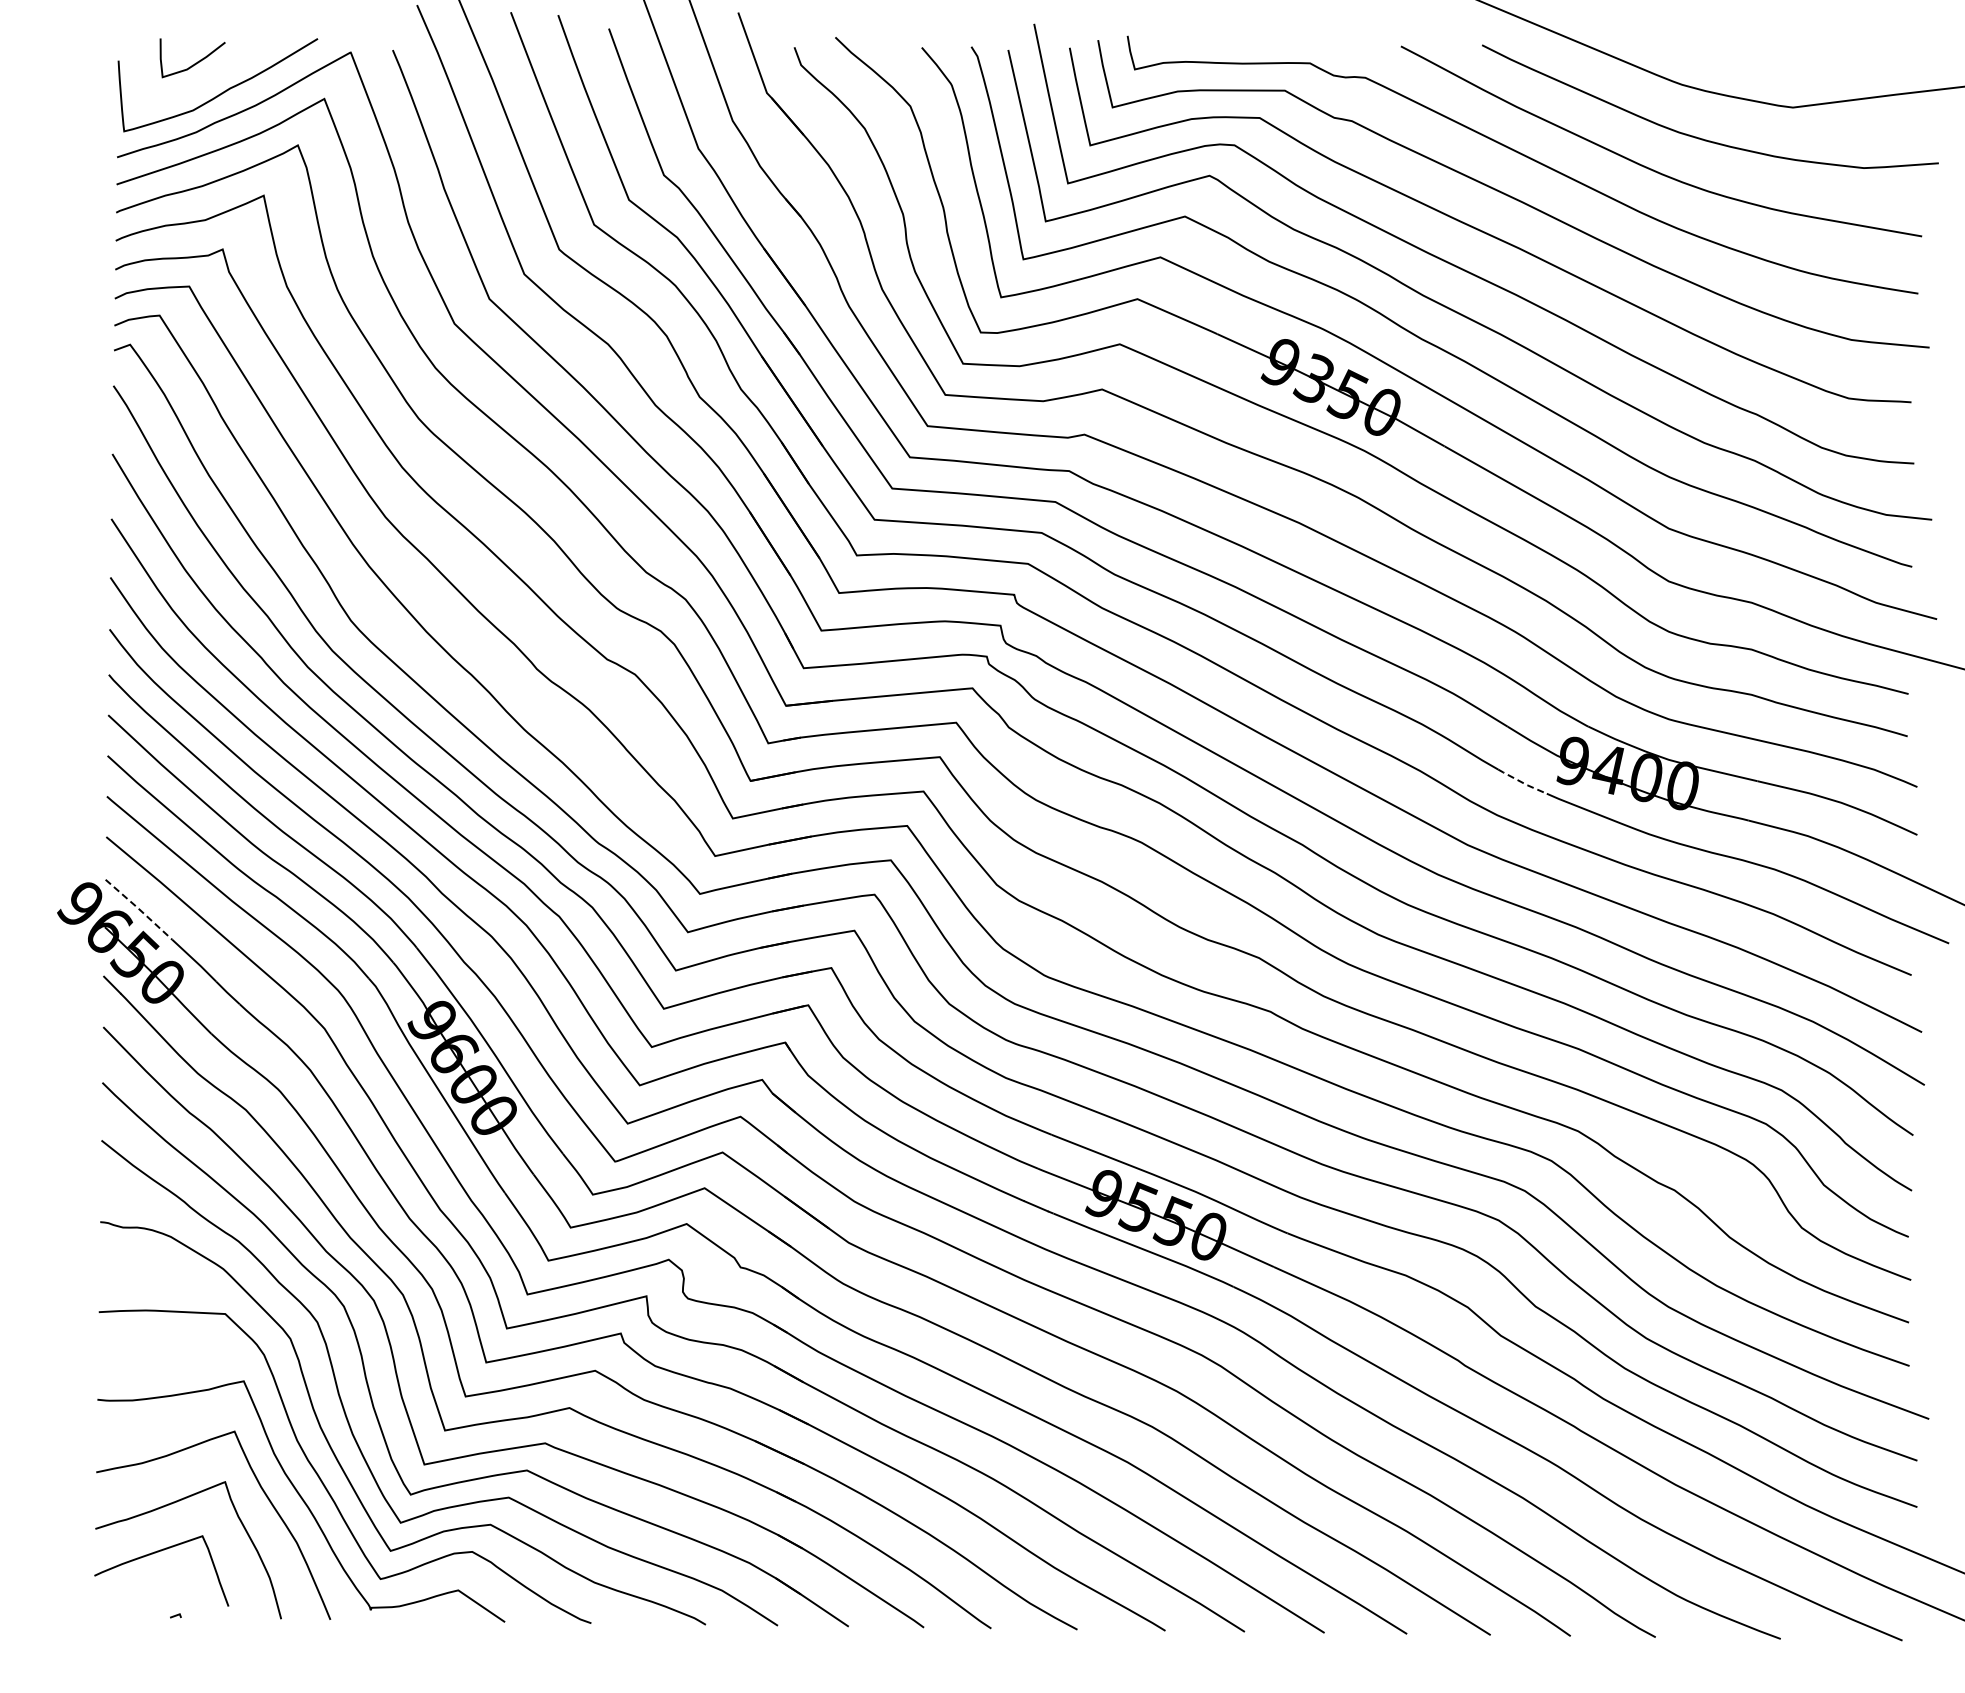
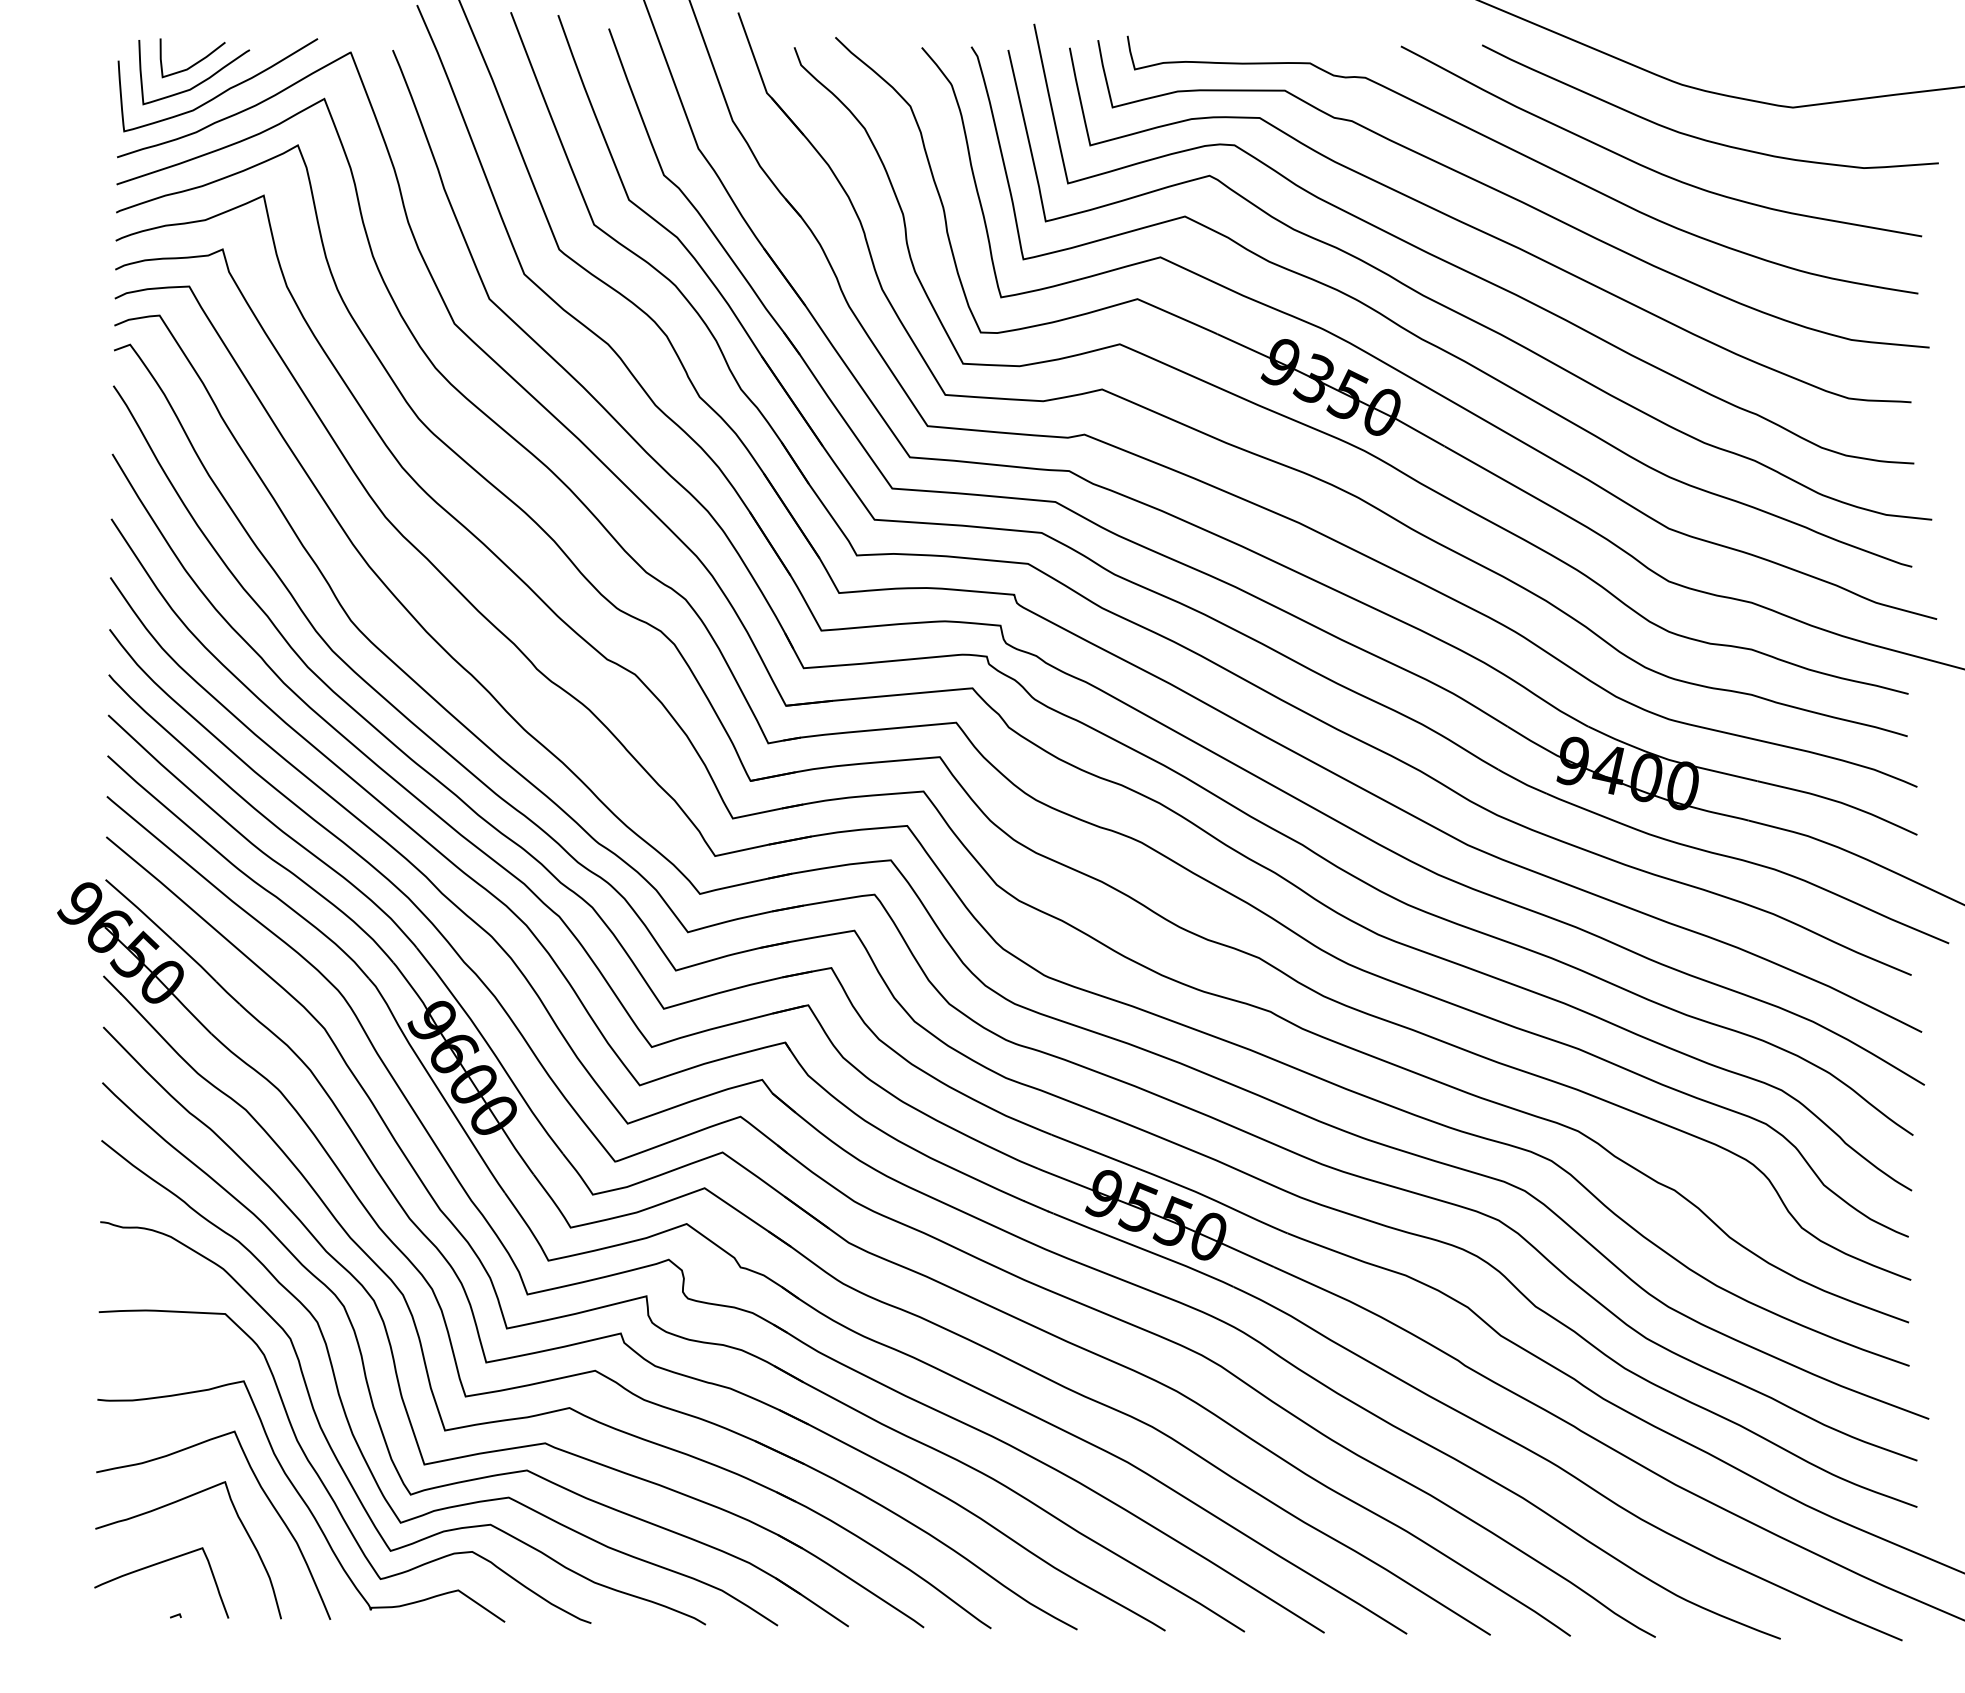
curve at (199, 82): none -> present
line at (1522, 782): dashed -> solid
line at (139, 909): dashed -> solid
curve at (155, 1553) position: (155, 1553) -> (155, 1565)
